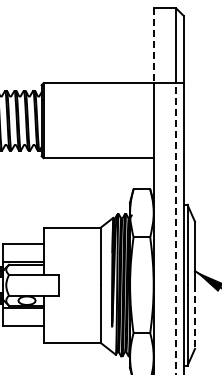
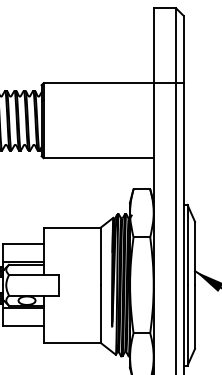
line at (153, 46): dashed -> solid
line at (176, 228): dashed -> solid
line at (195, 317): dashed -> solid
